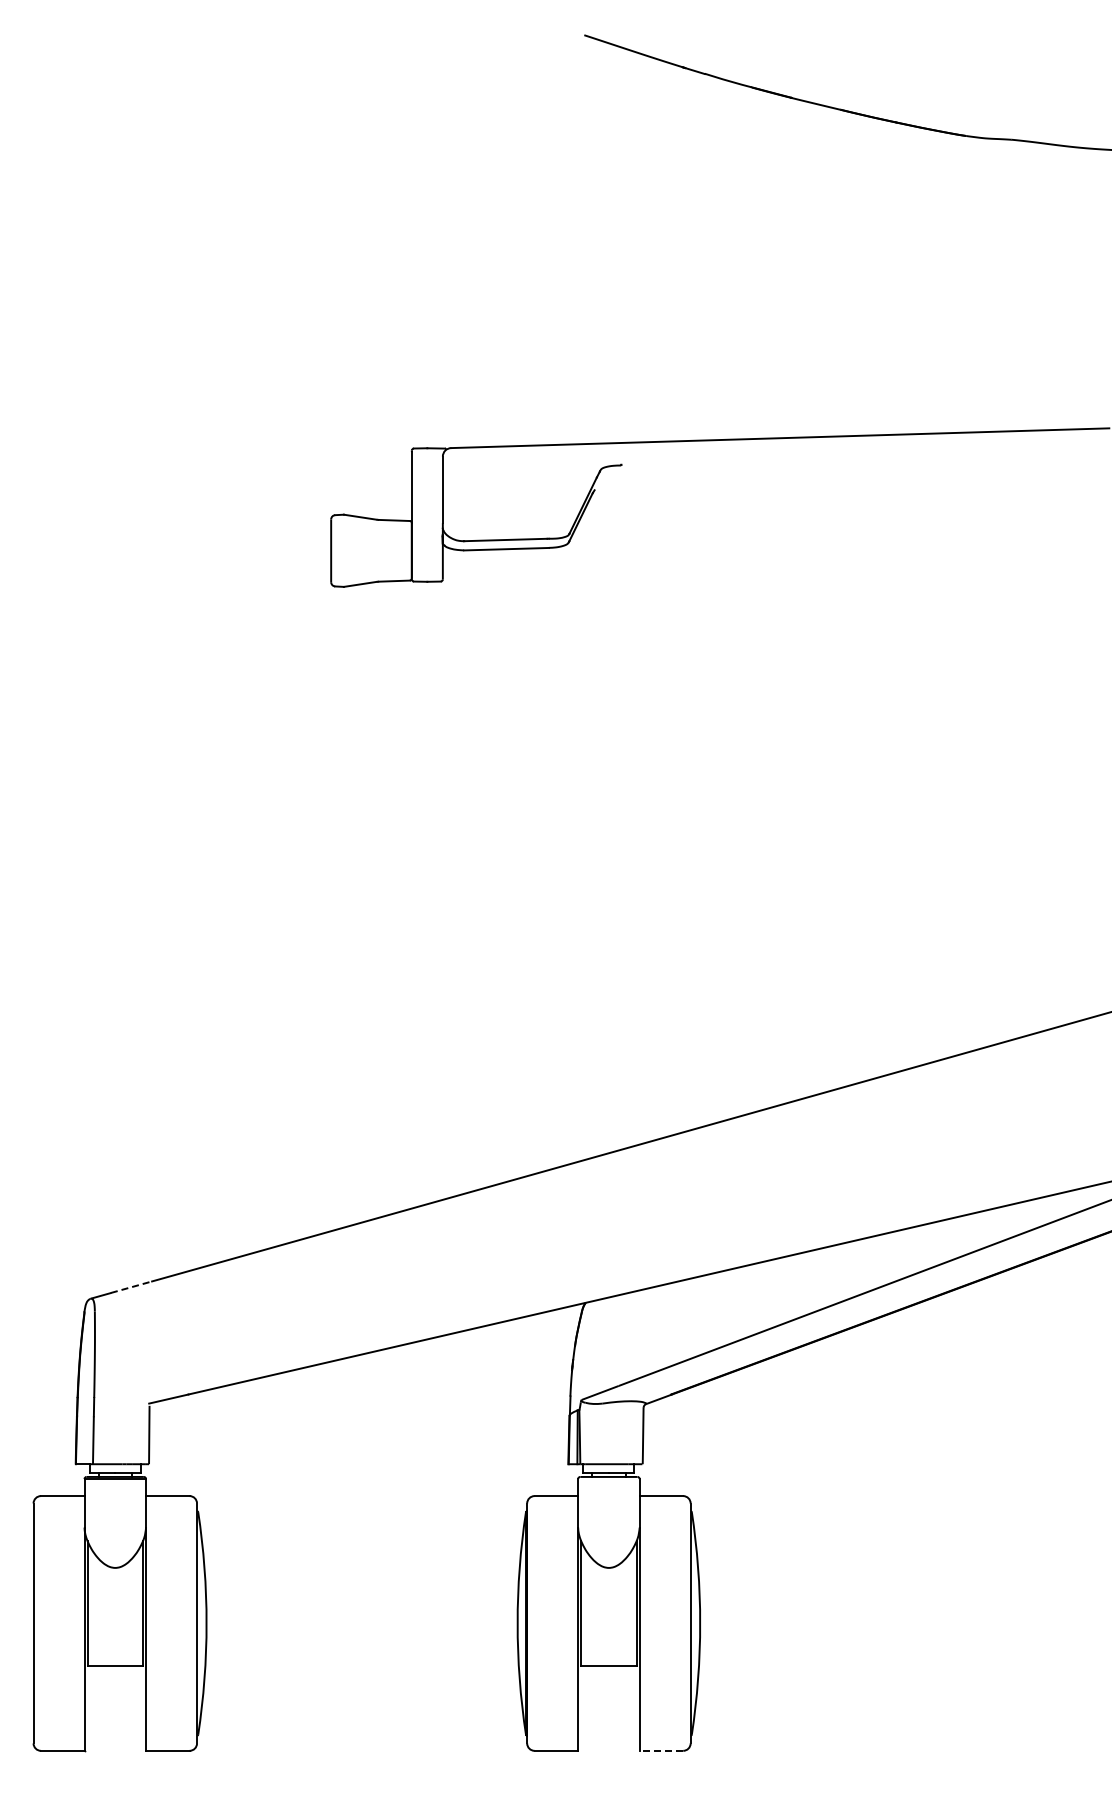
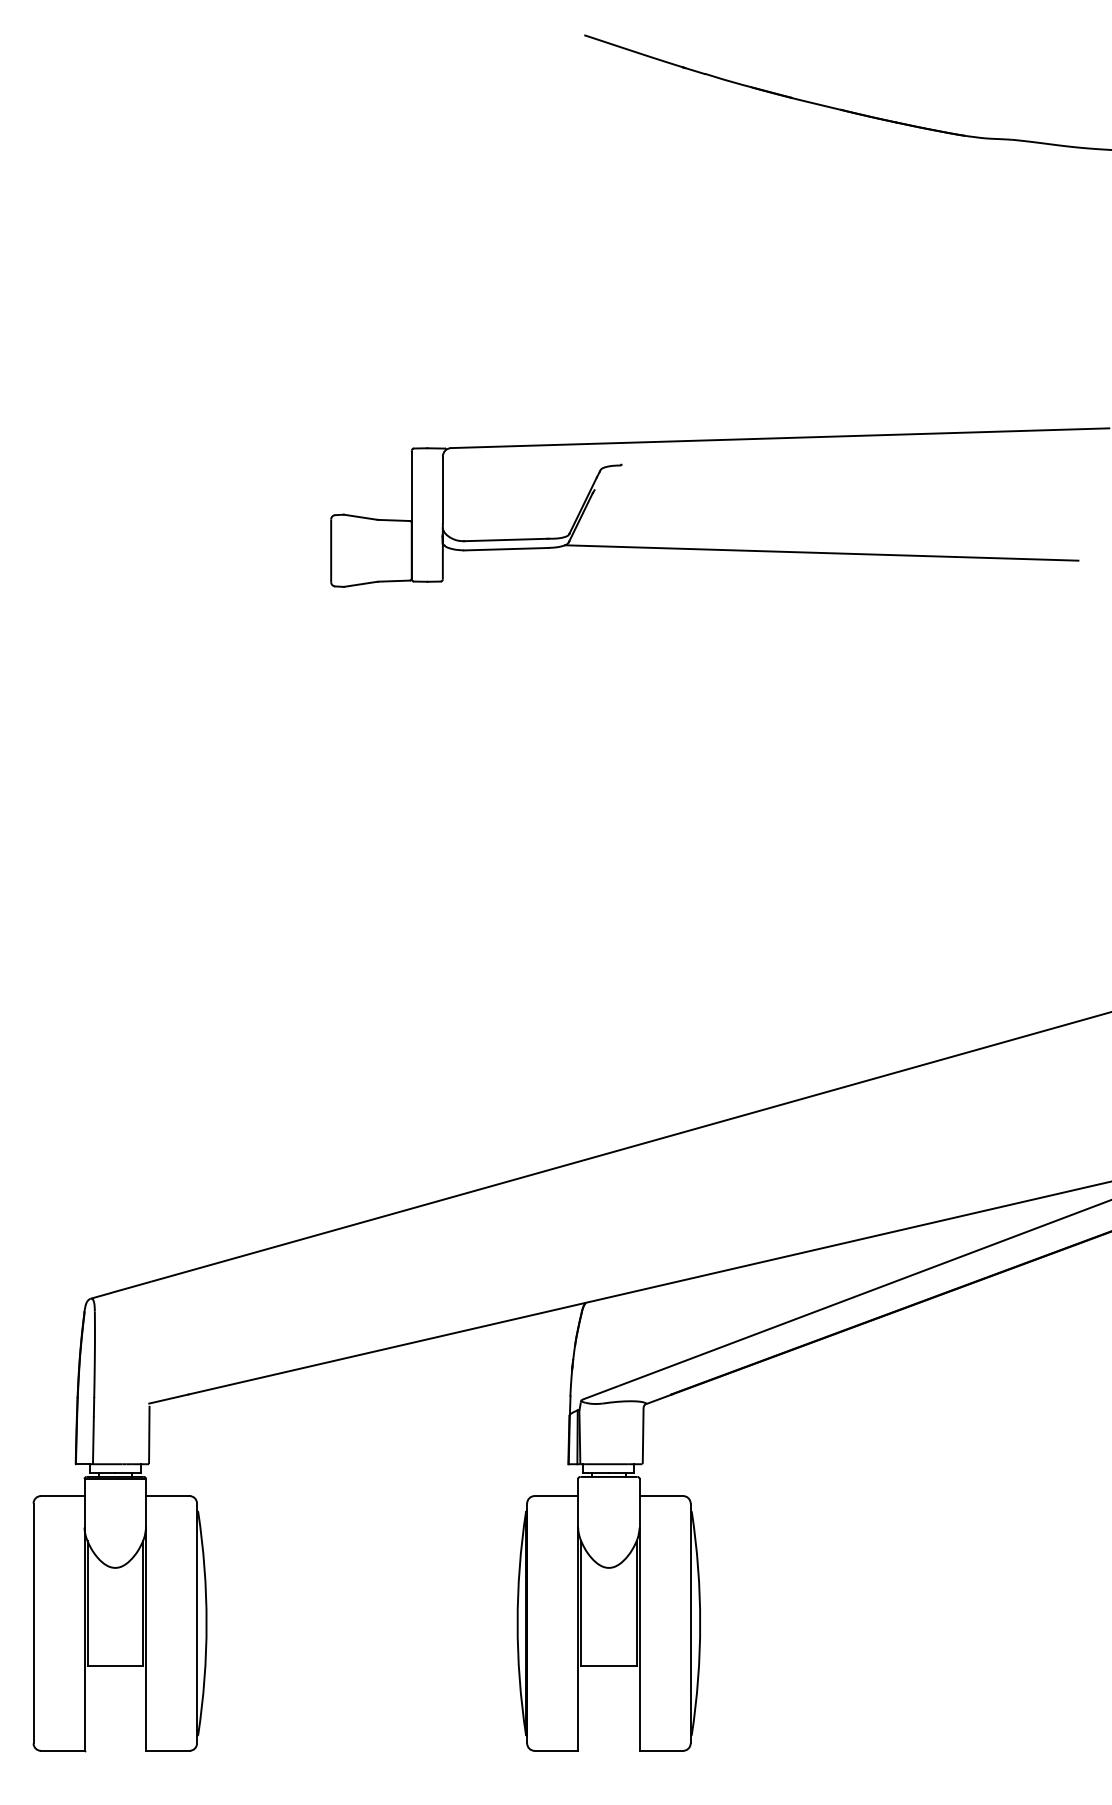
line at (821, 552): none -> present
line at (130, 1287): dashed -> solid
line at (661, 1750): dashed -> solid
